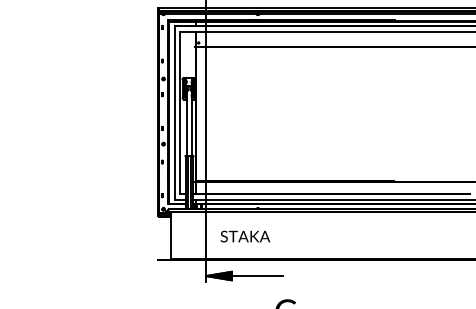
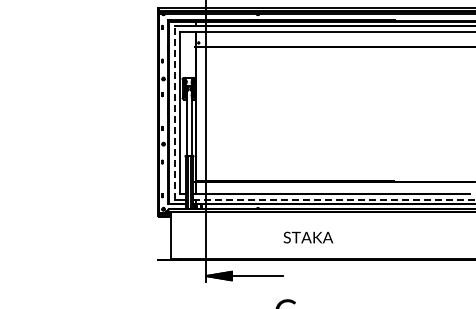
line at (174, 113): solid -> dashed
line at (334, 199): solid -> dashed
text at (245, 236) position: (245, 236) -> (308, 237)
